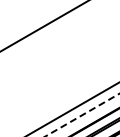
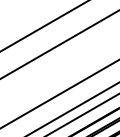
line at (59, 44): none -> present
line at (59, 94): none -> present
line at (82, 115): dashed -> solid
